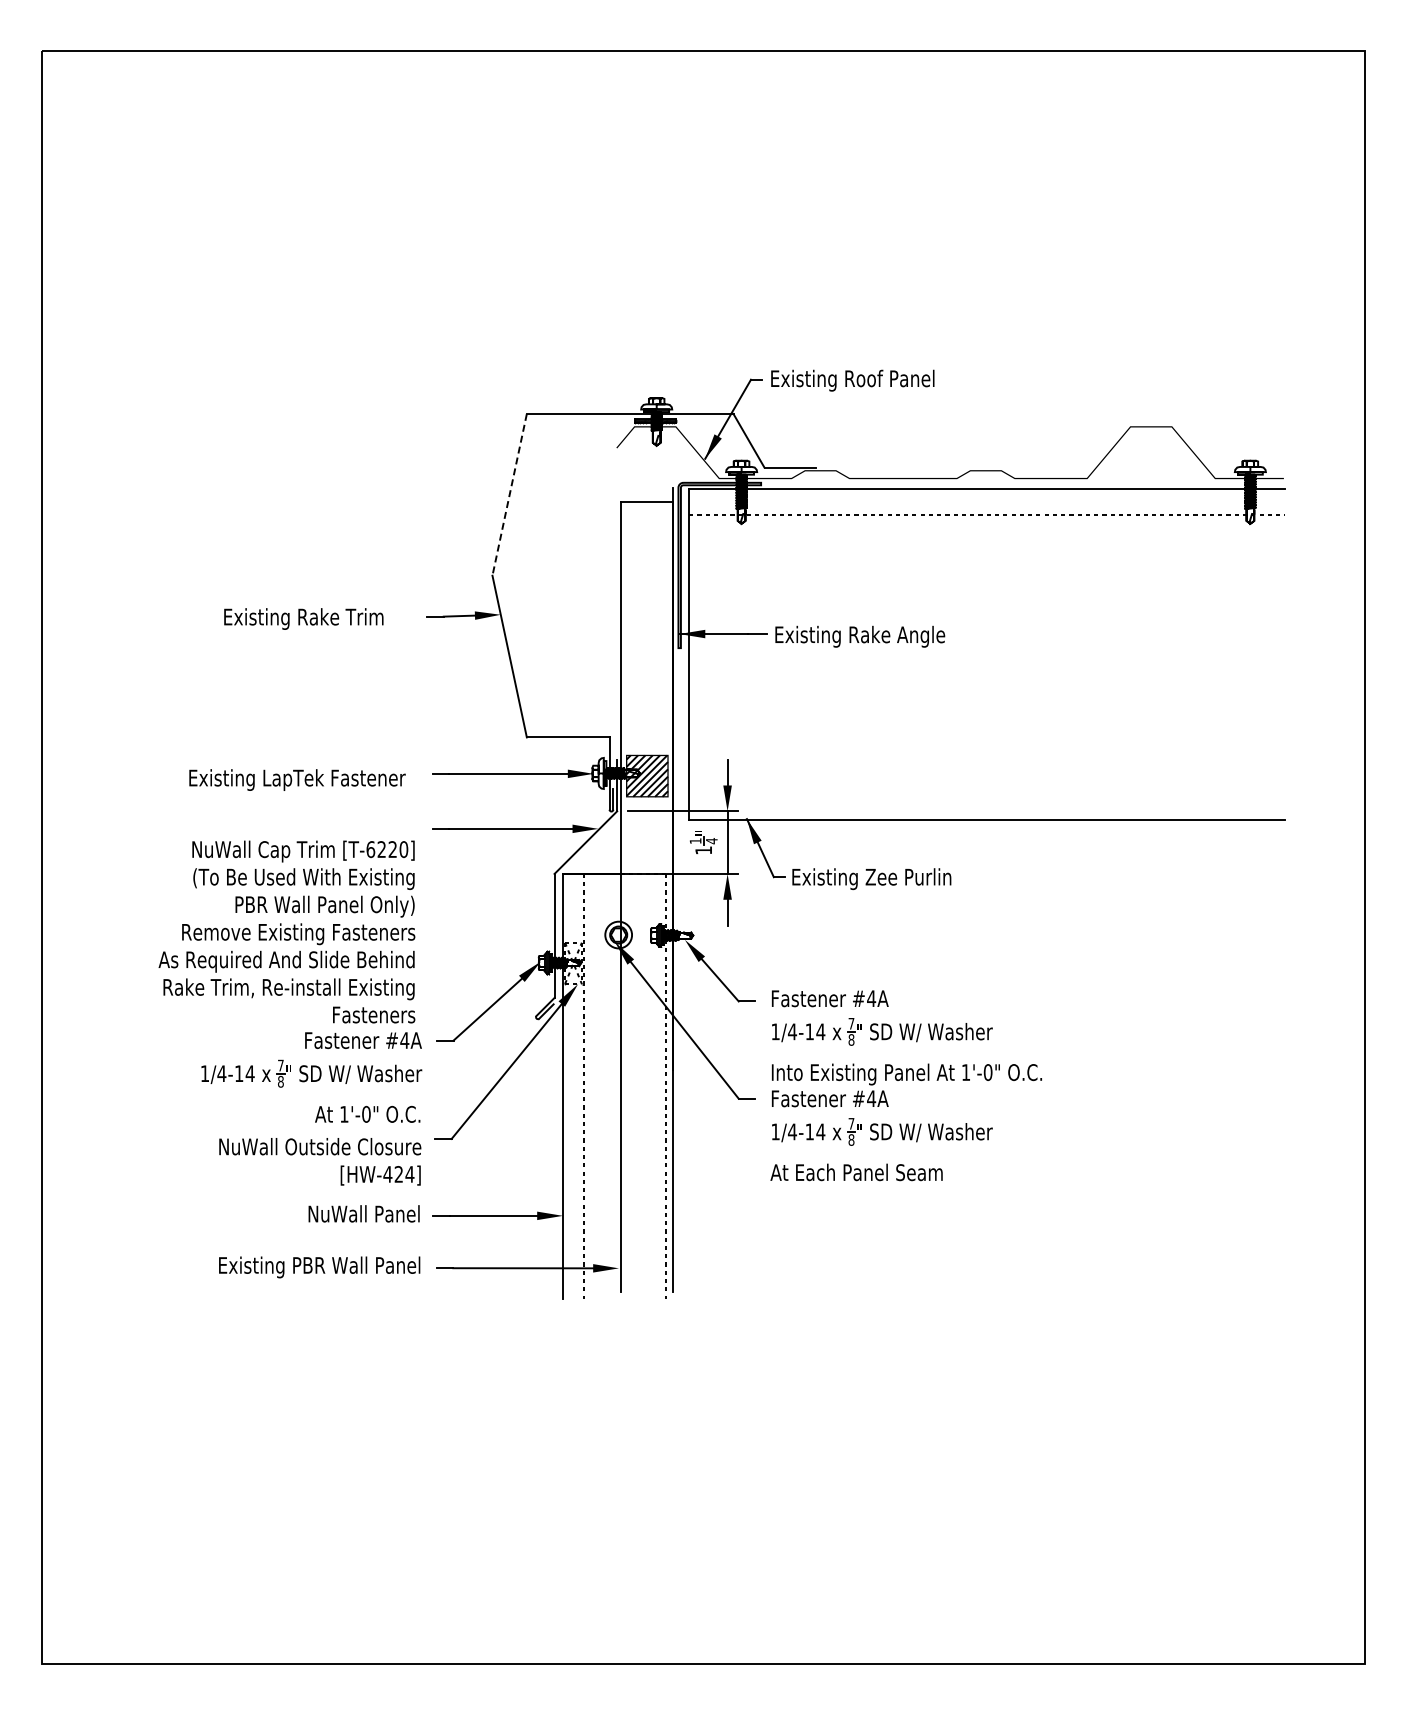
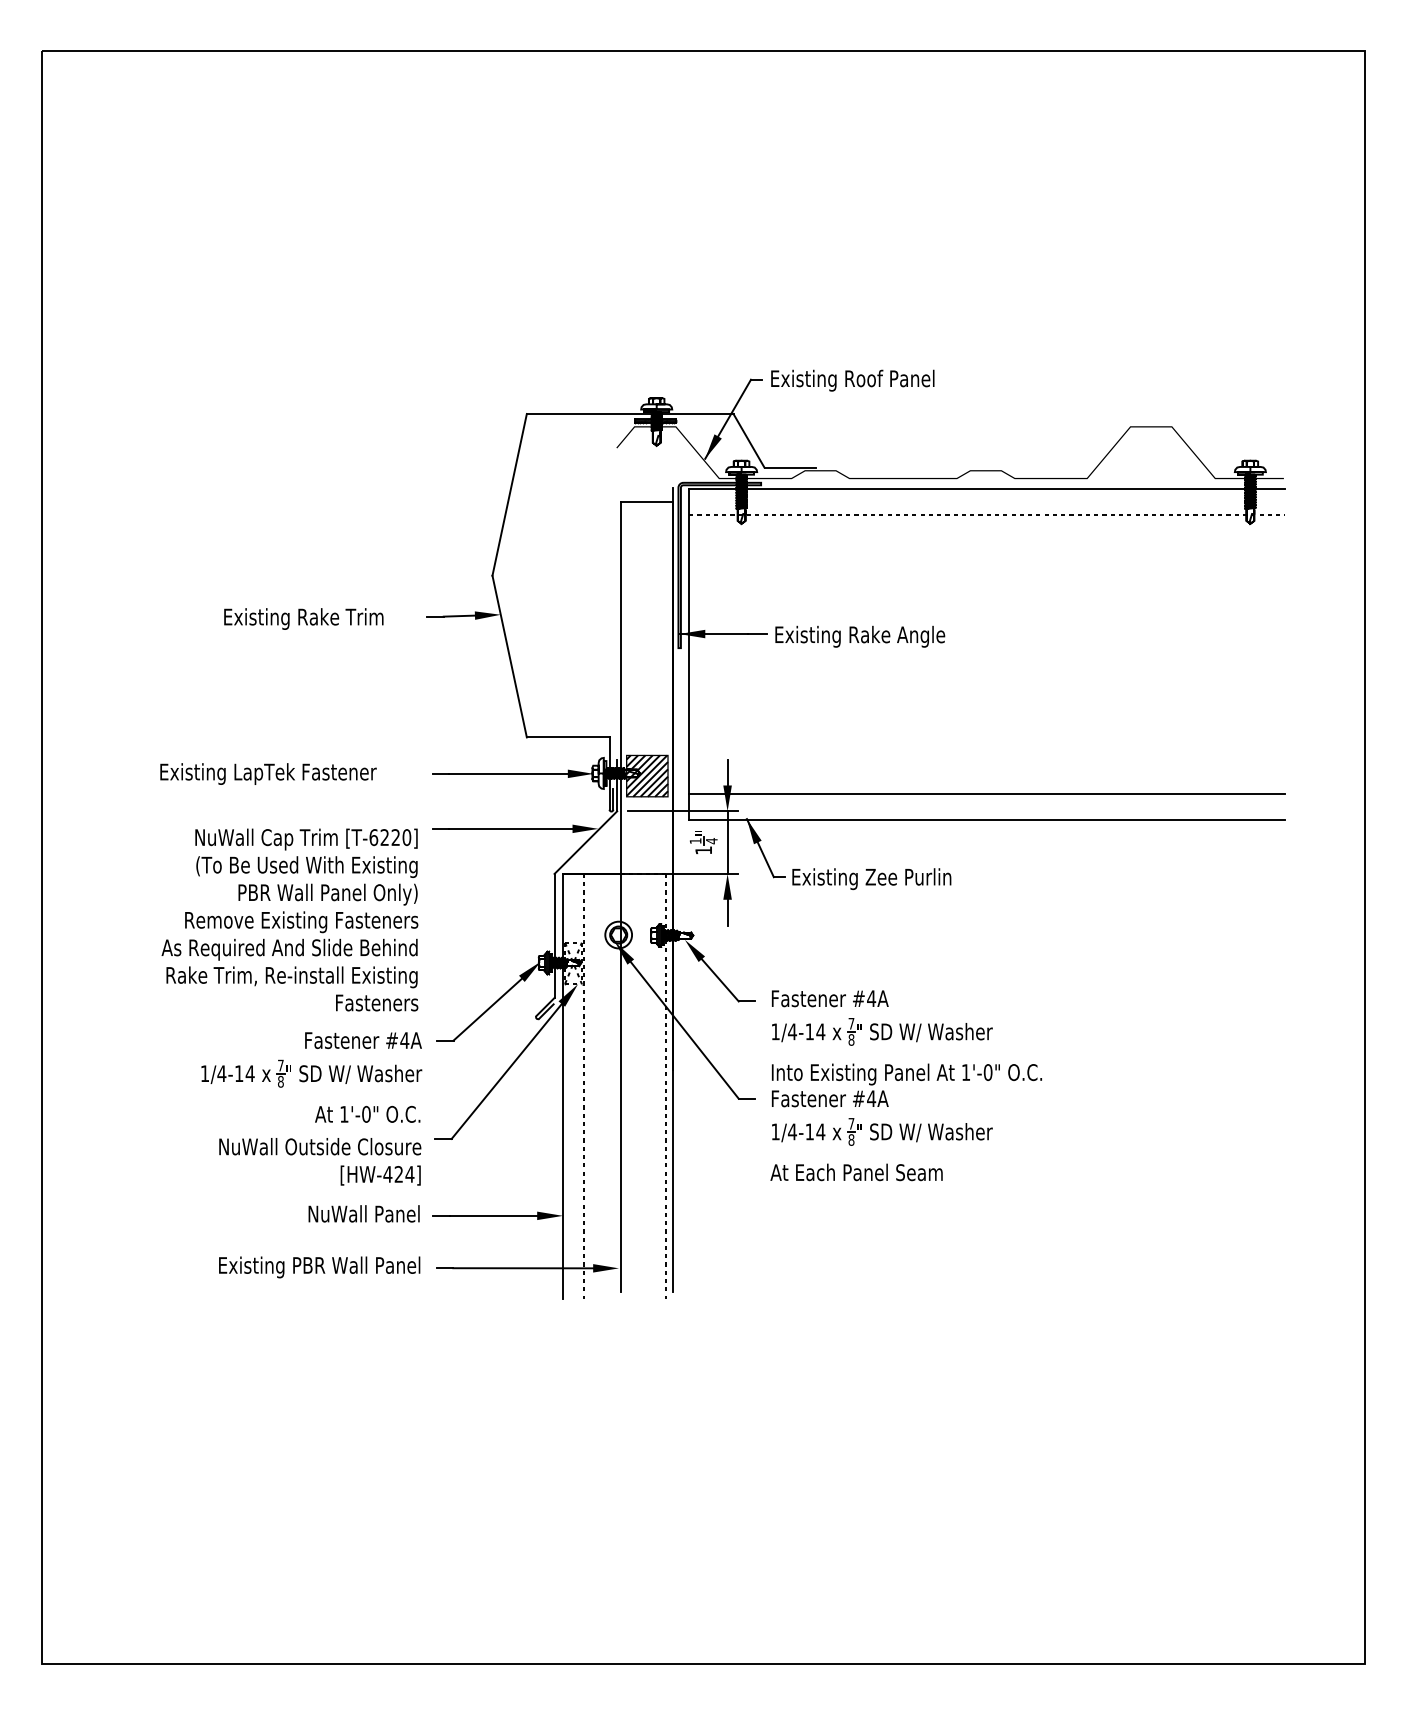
line at (509, 494): dashed -> solid
text at (297, 779) position: (297, 779) -> (268, 773)
line at (986, 793): none -> present
text at (286, 931) position: (286, 931) -> (289, 919)
